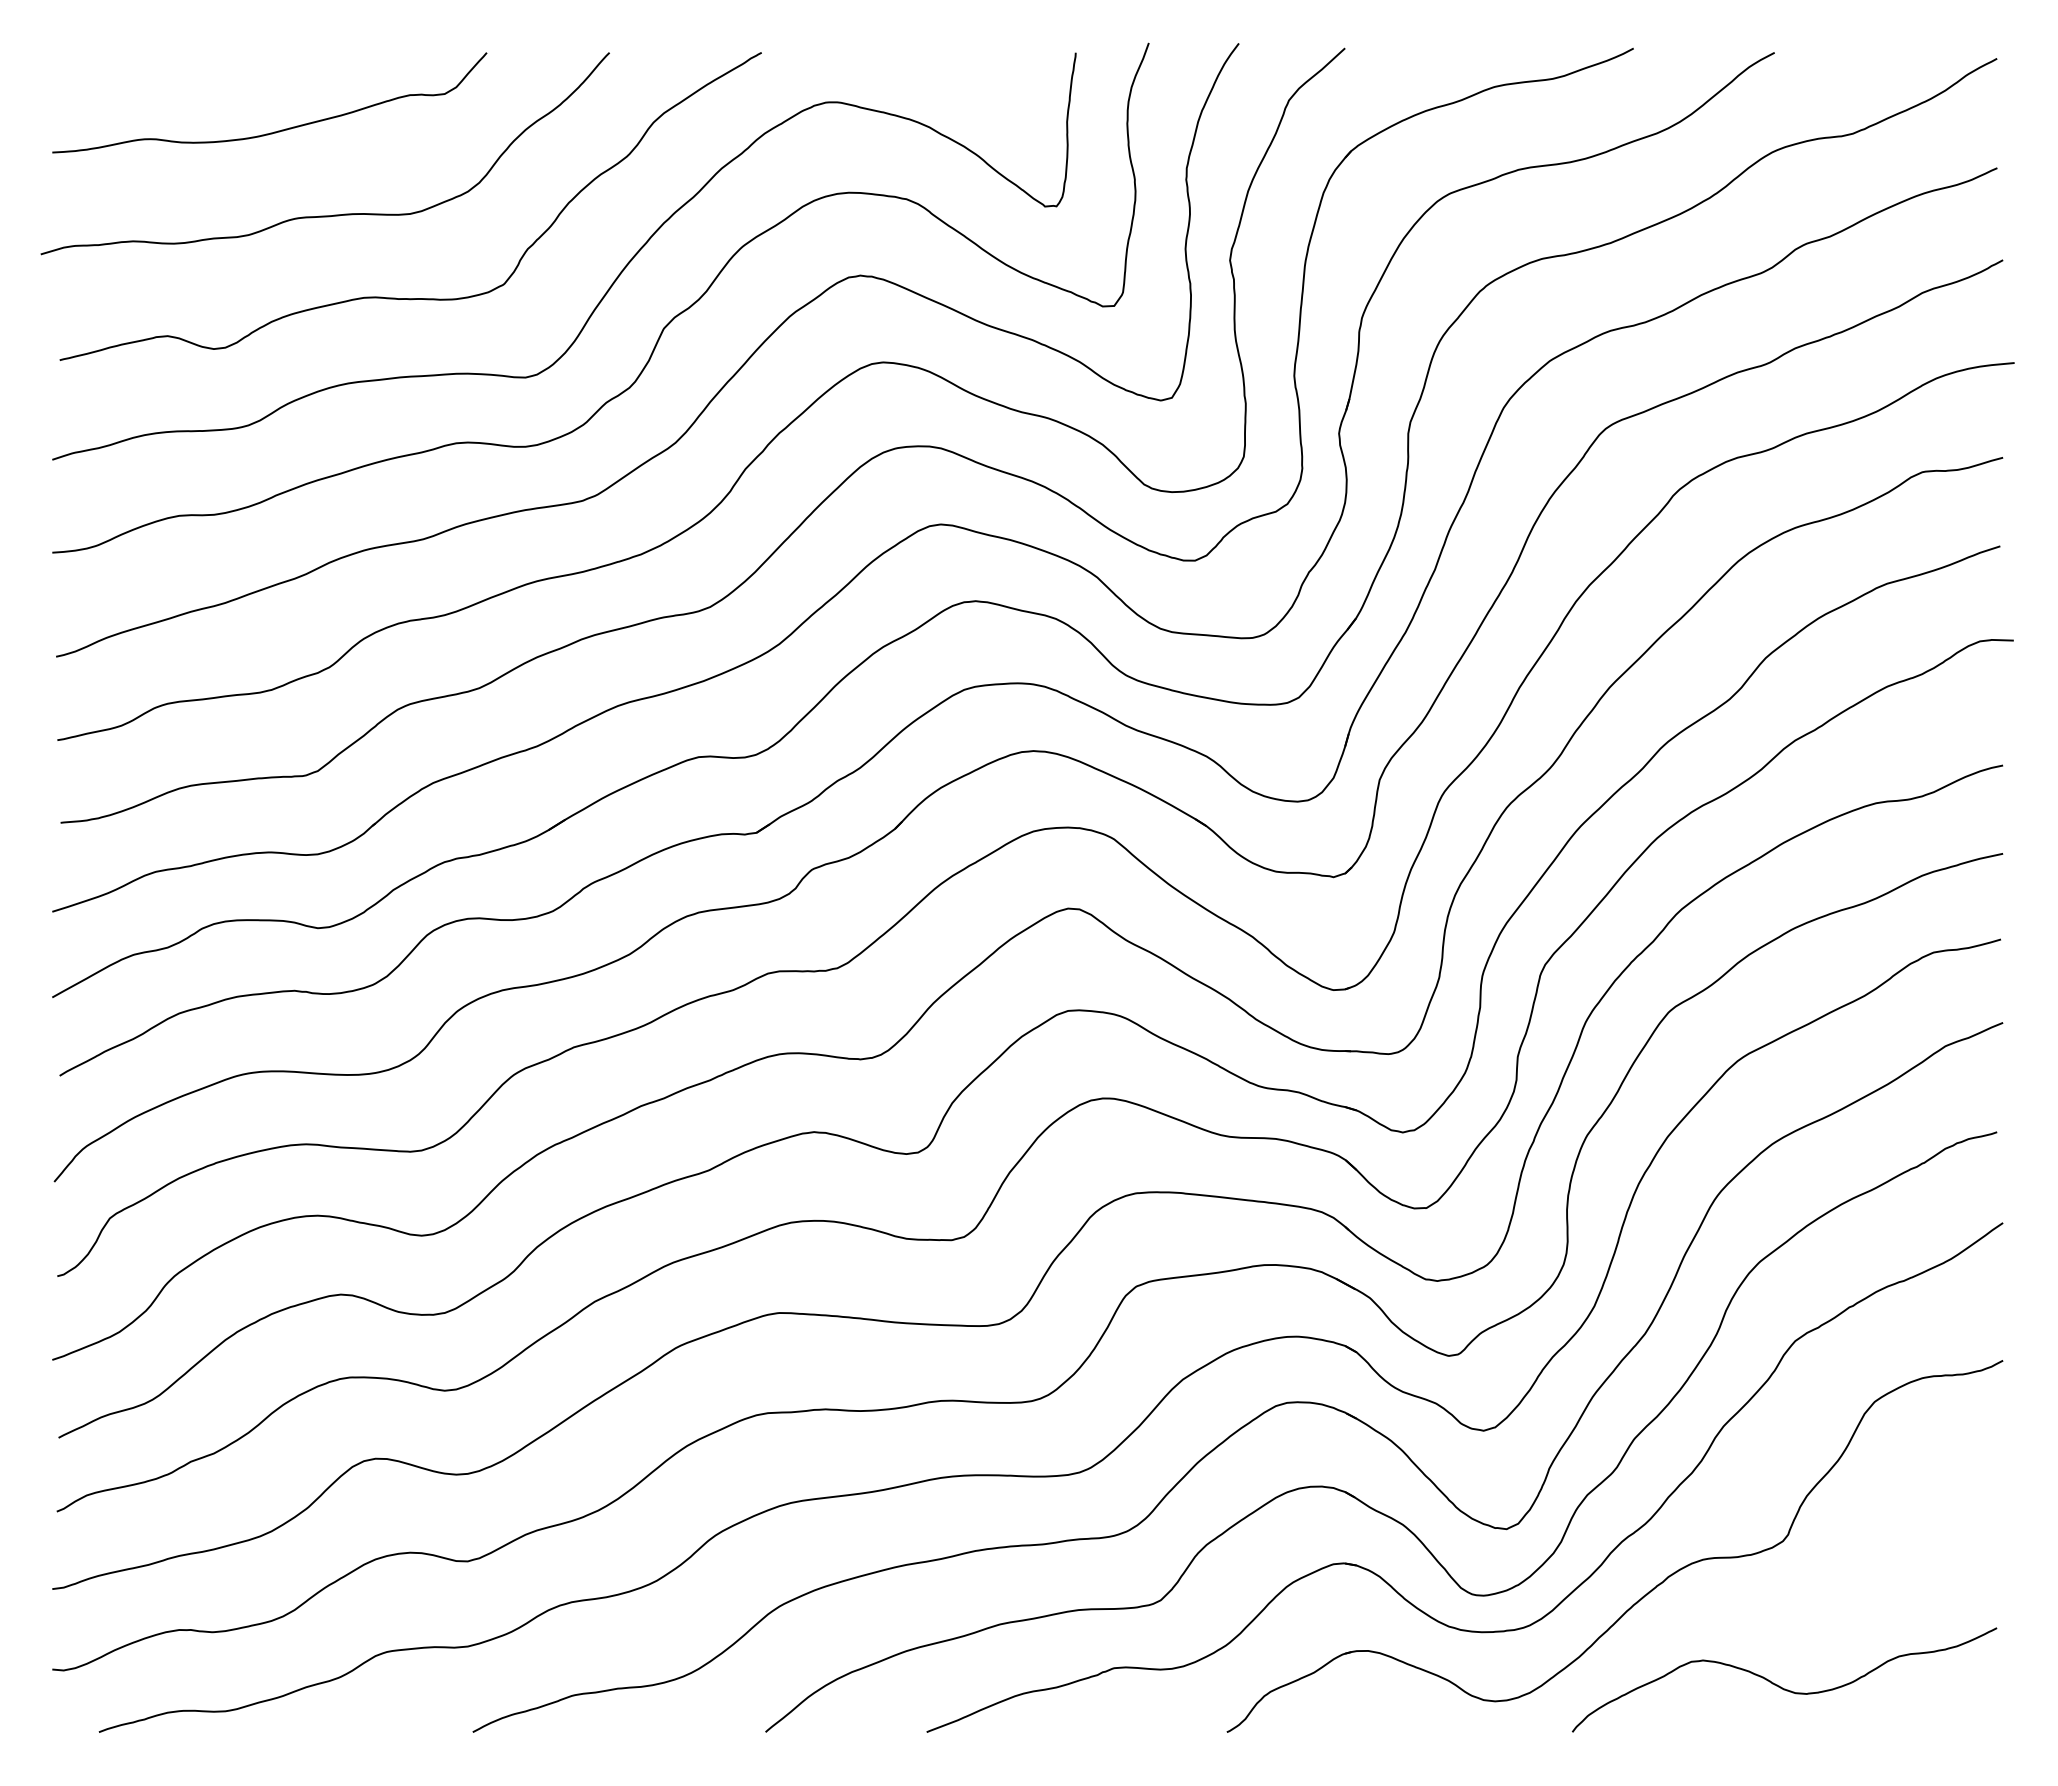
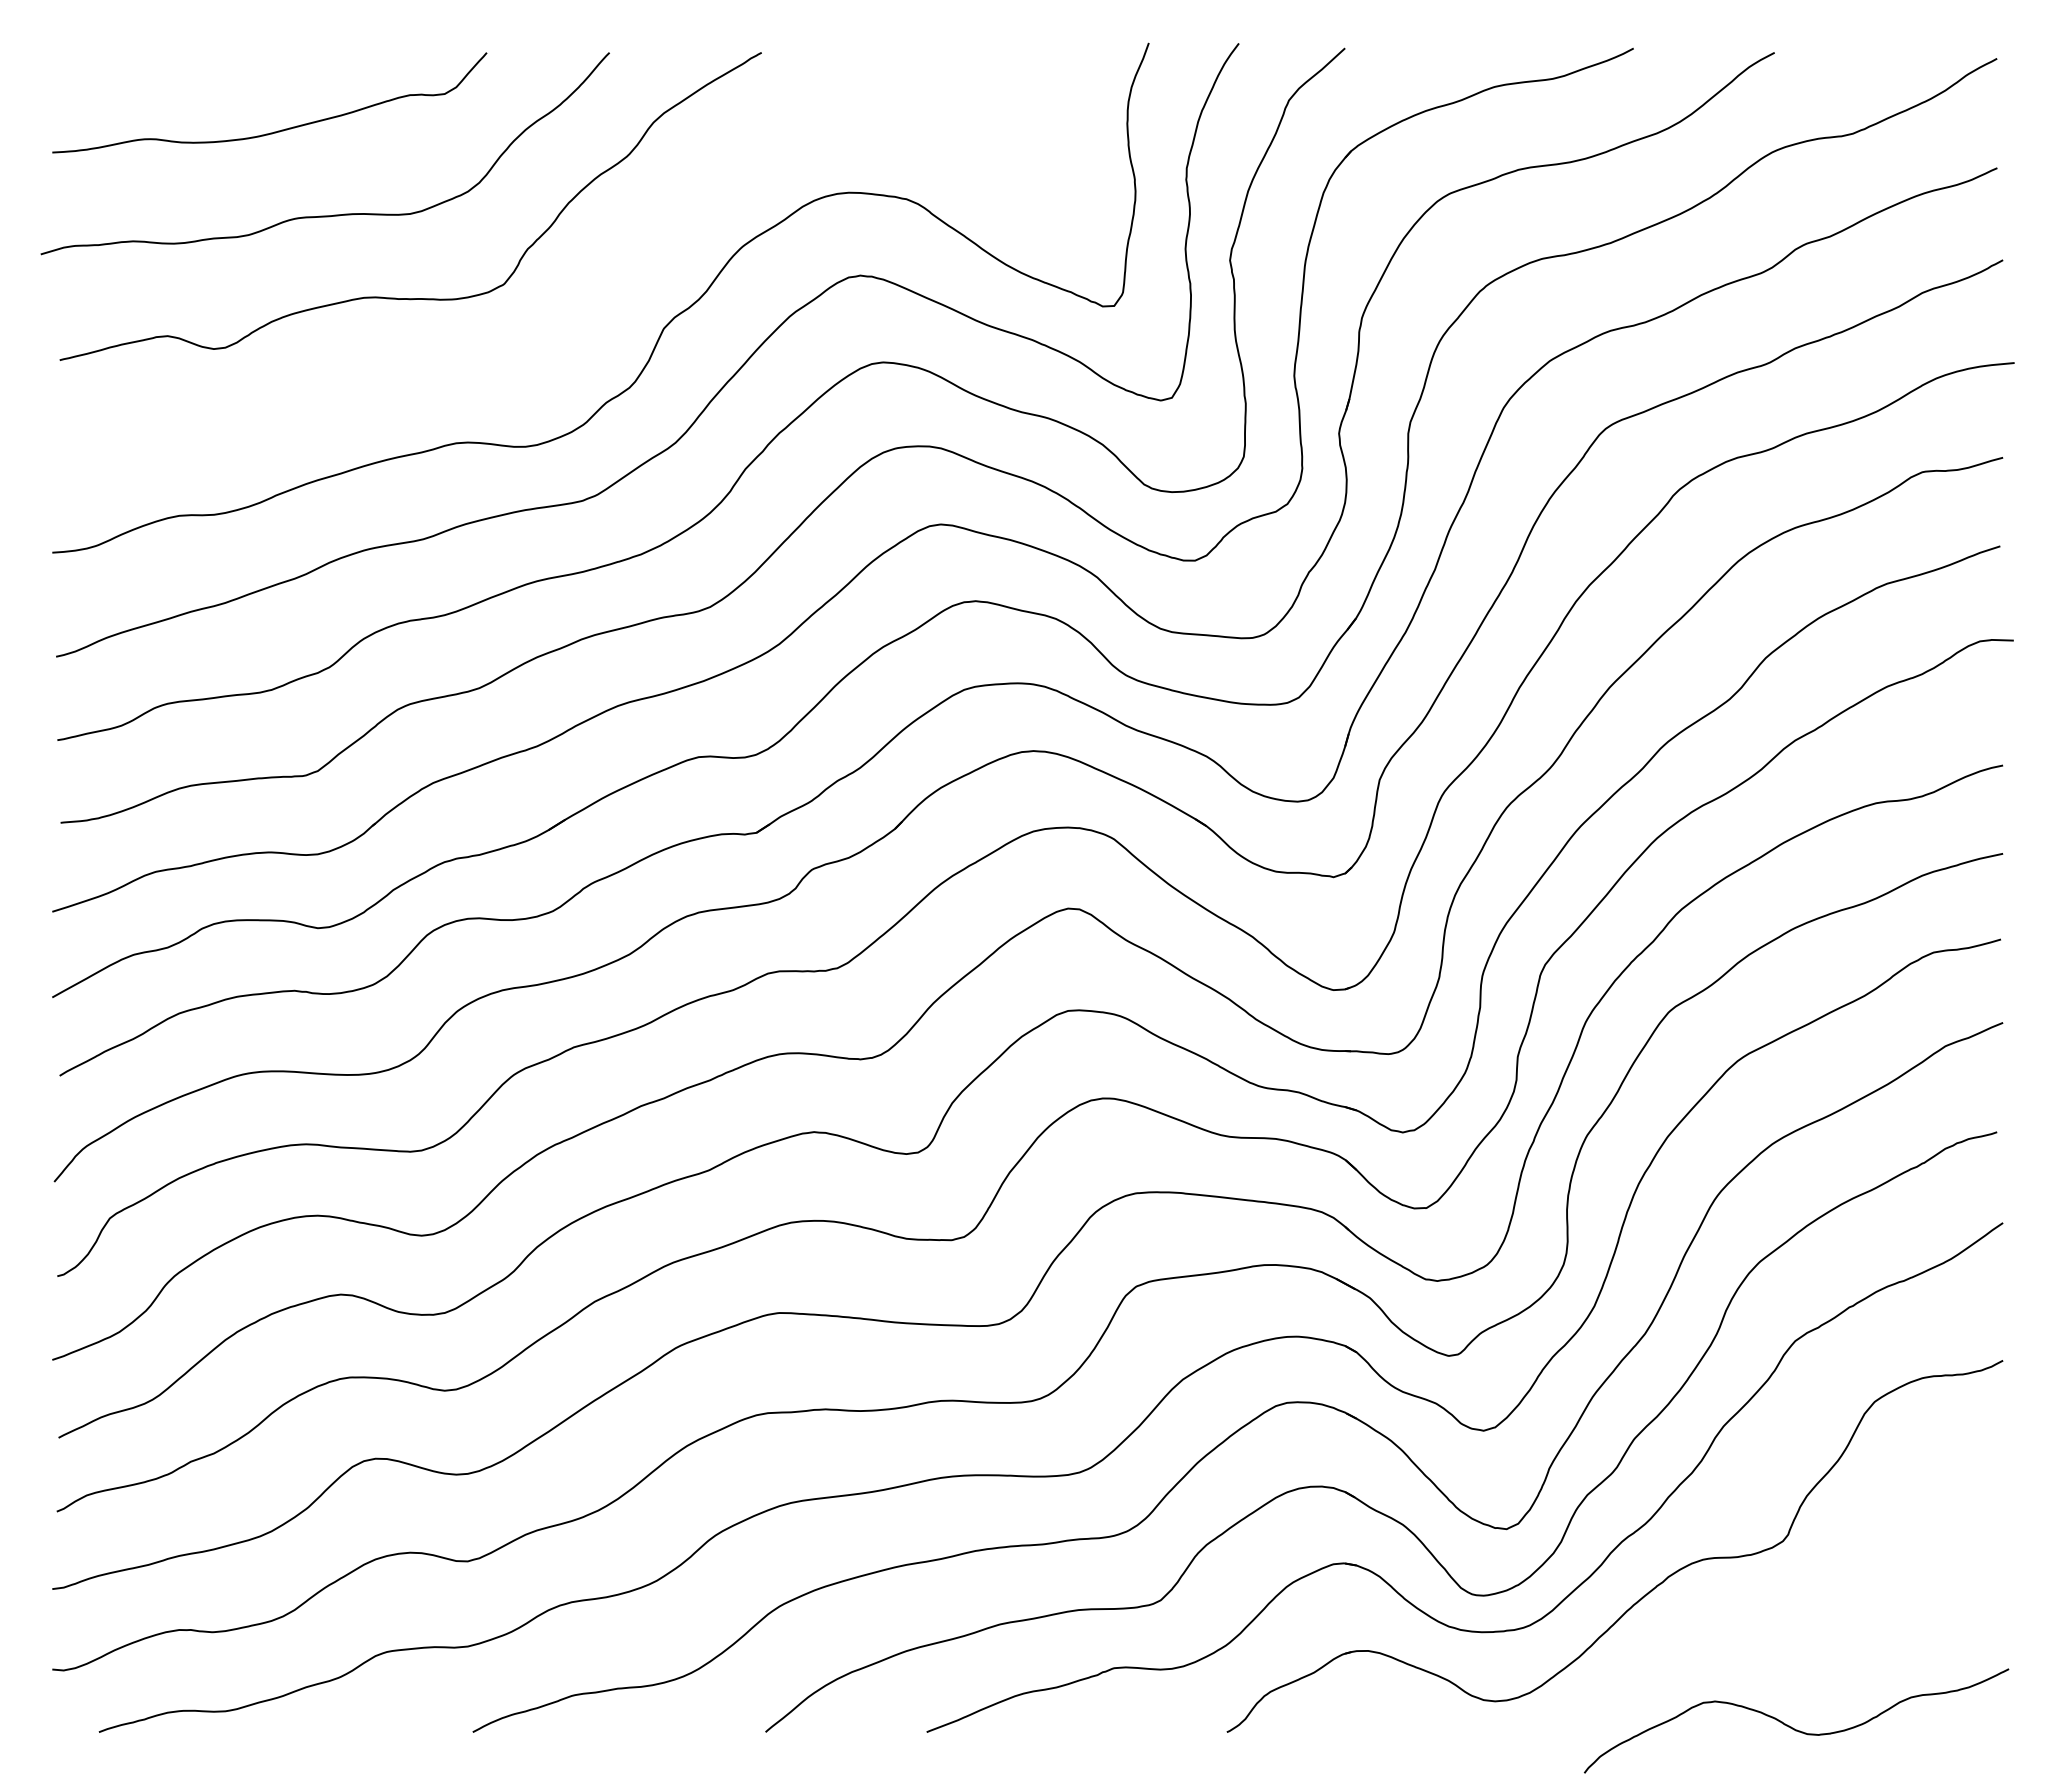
curve at (607, 289): present -> none
curve at (1781, 1686) position: (1781, 1686) -> (1793, 1727)
